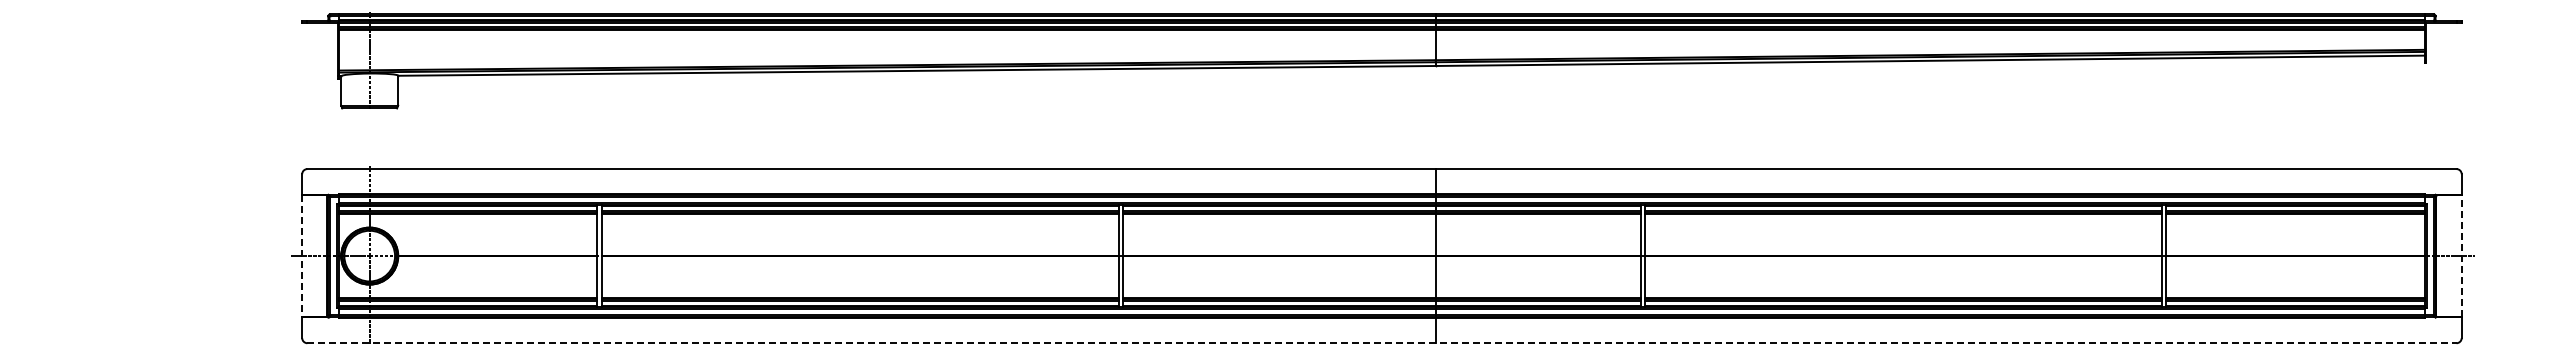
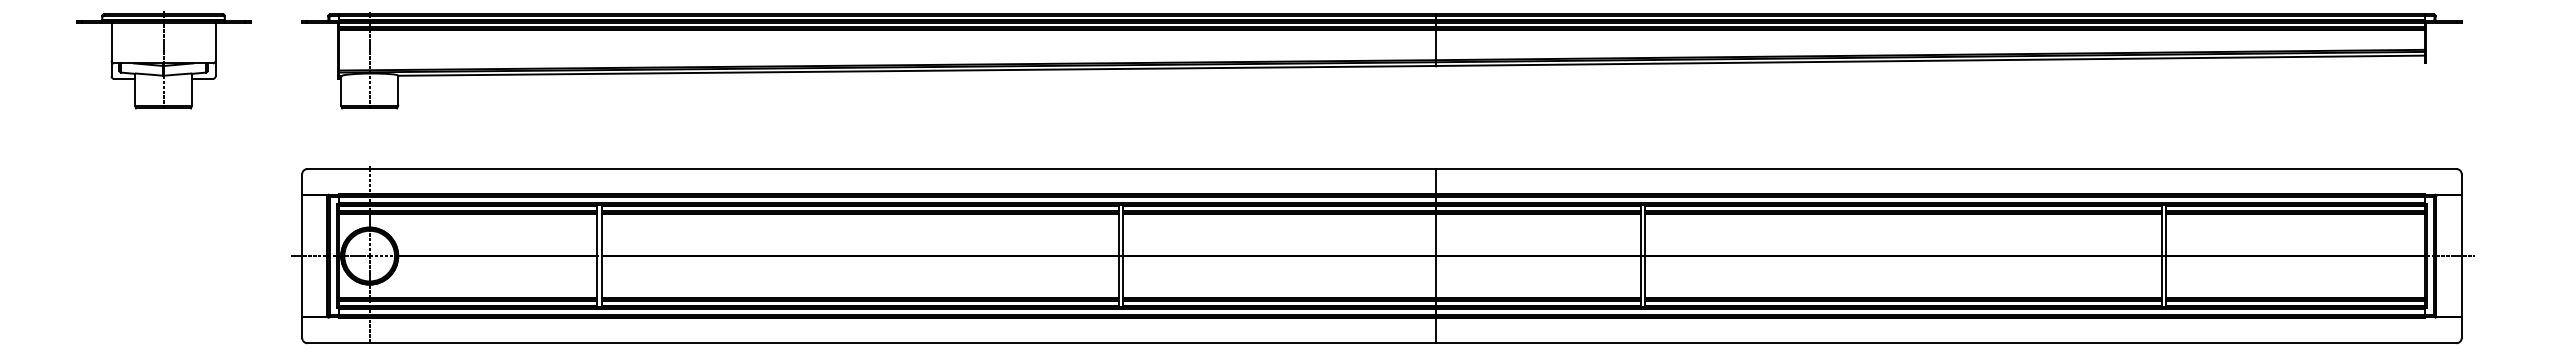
part at (163, 60): none -> present
line at (2461, 255): dashed -> solid
line at (302, 256): dashed -> solid
line at (1381, 343): dashed -> solid
